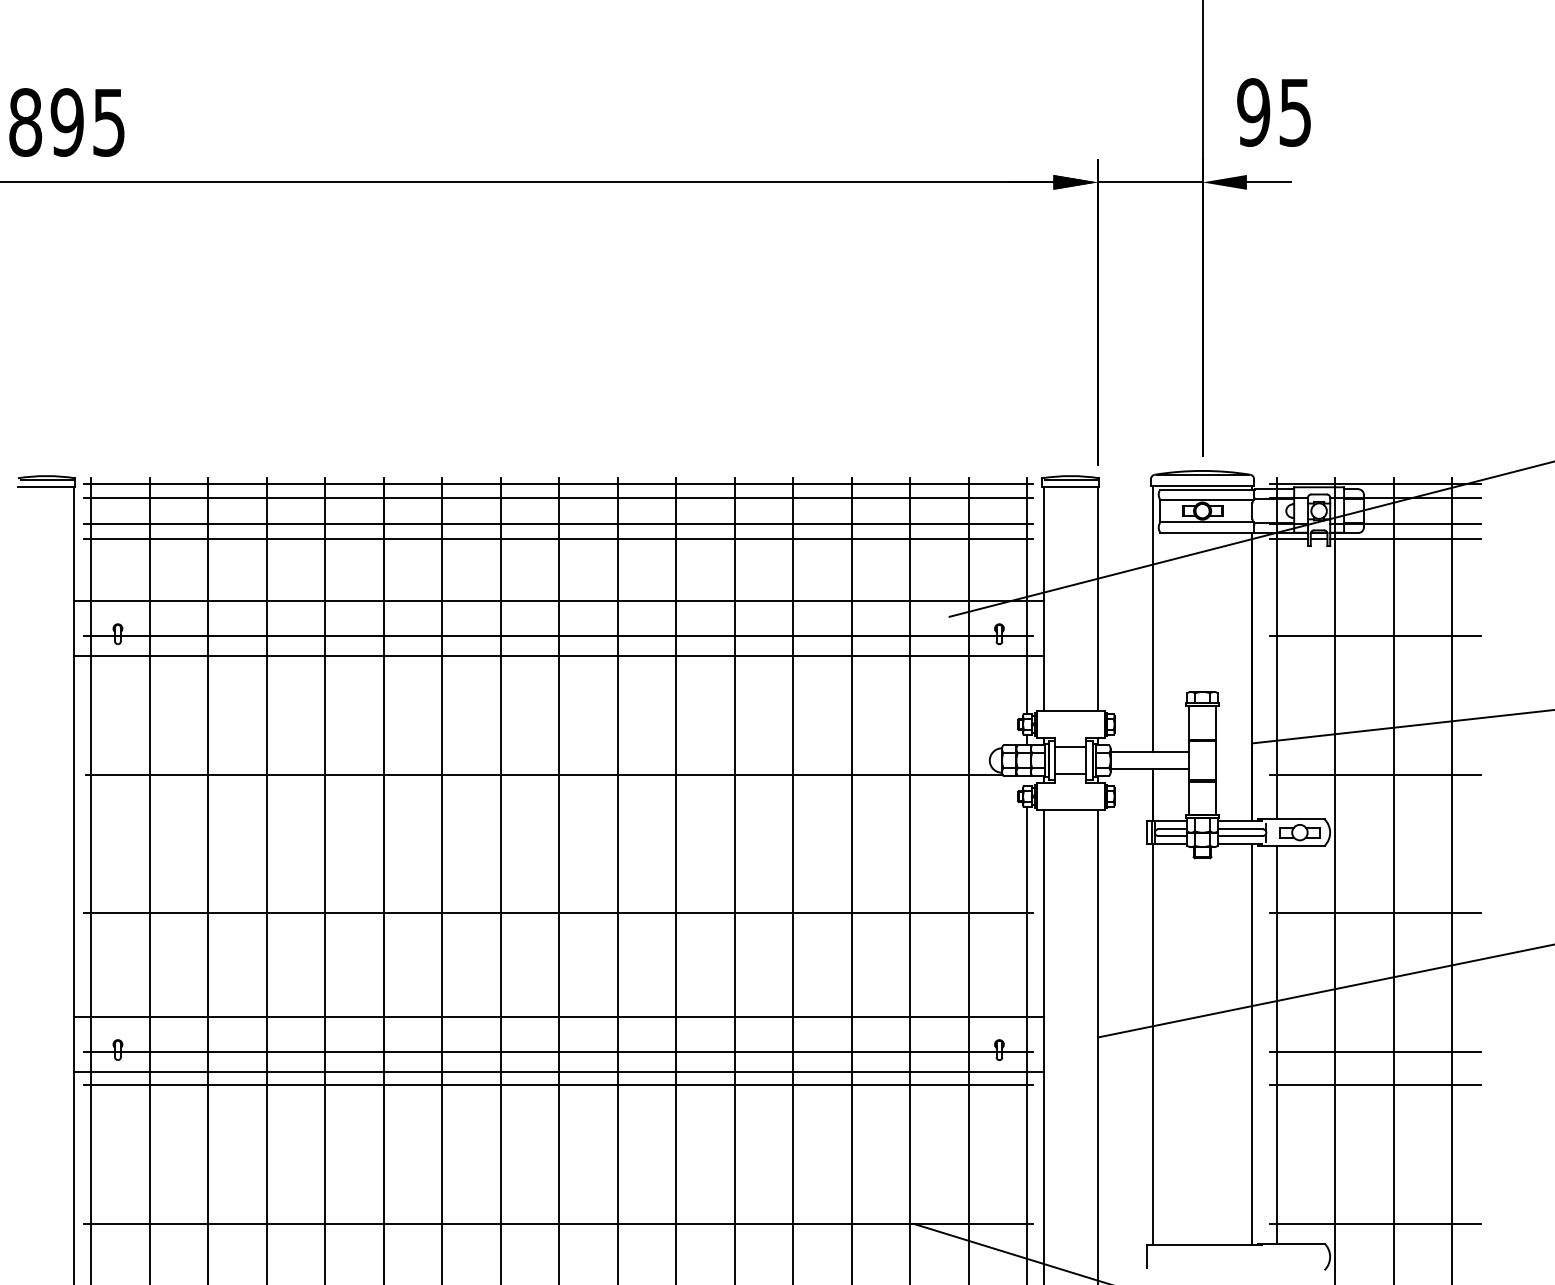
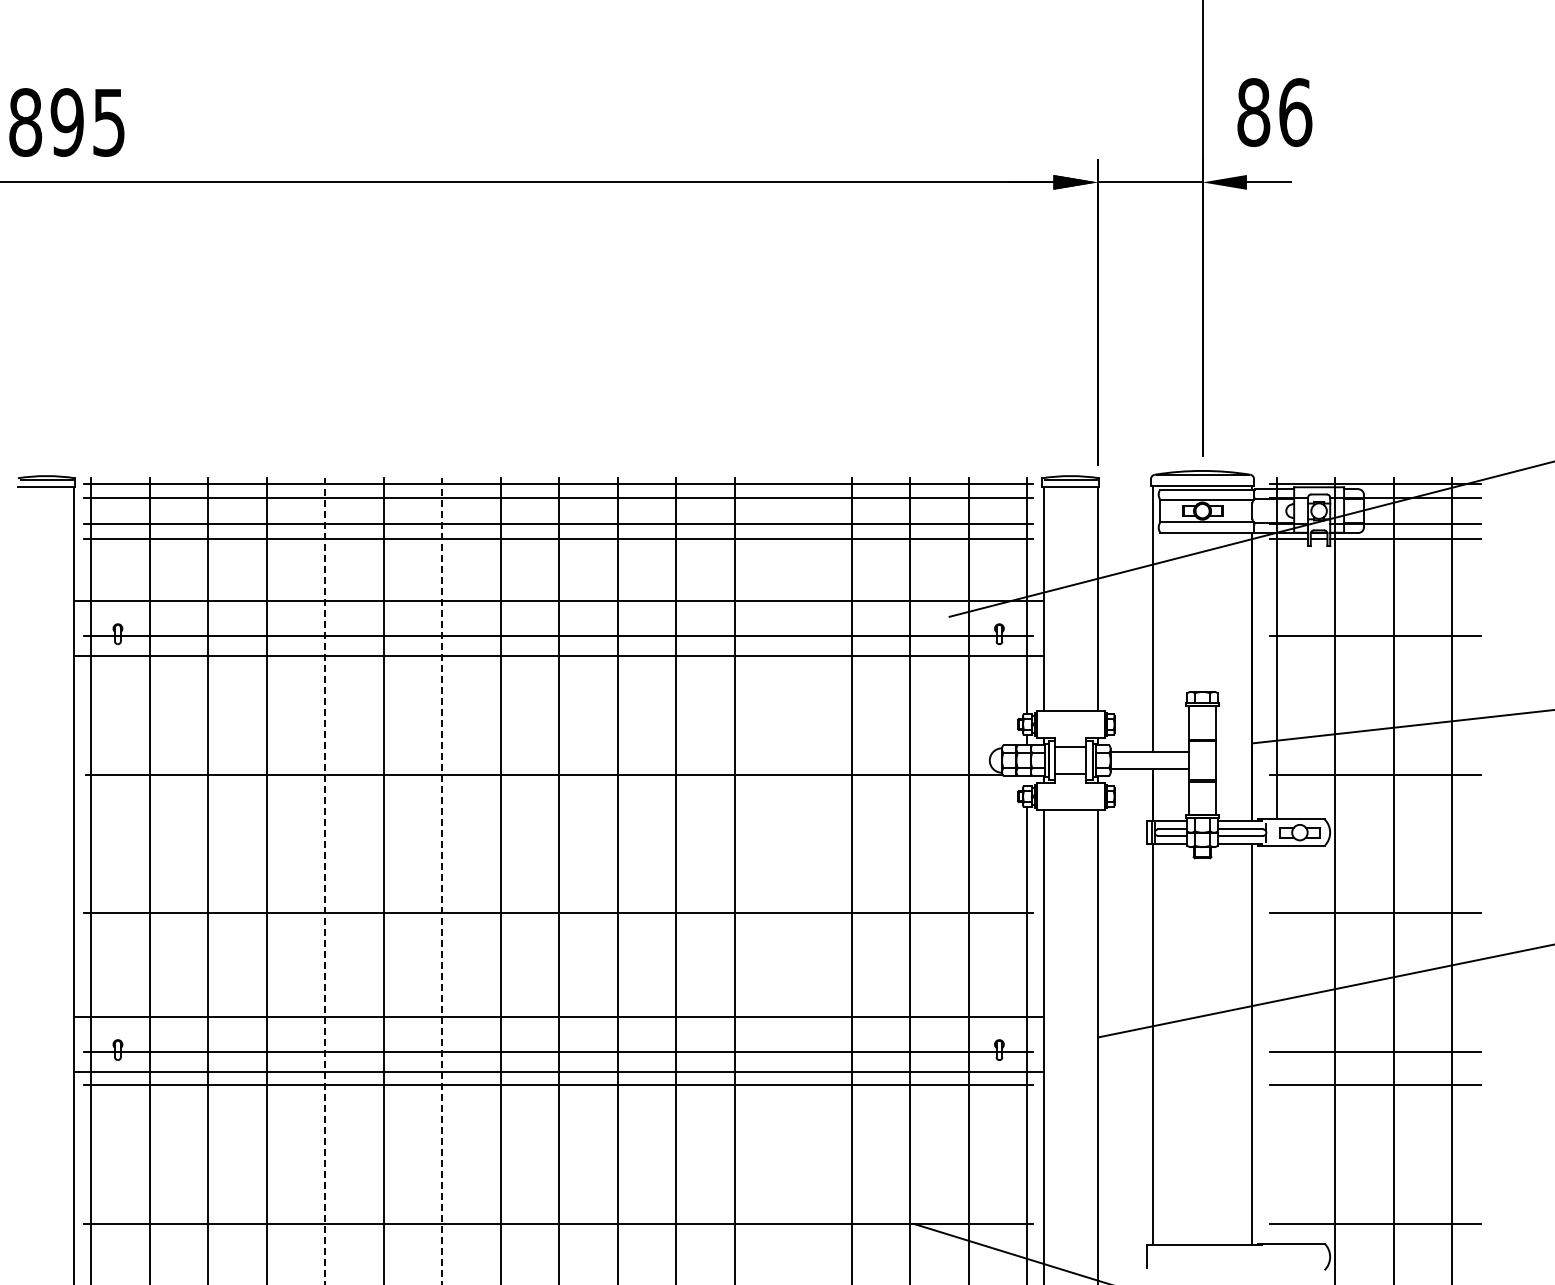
text at (1274, 112): 95 -> 86
line at (793, 879): present -> none
line at (325, 881): solid -> dashed
line at (442, 881): solid -> dashed
line at (1276, 1044): present -> none
